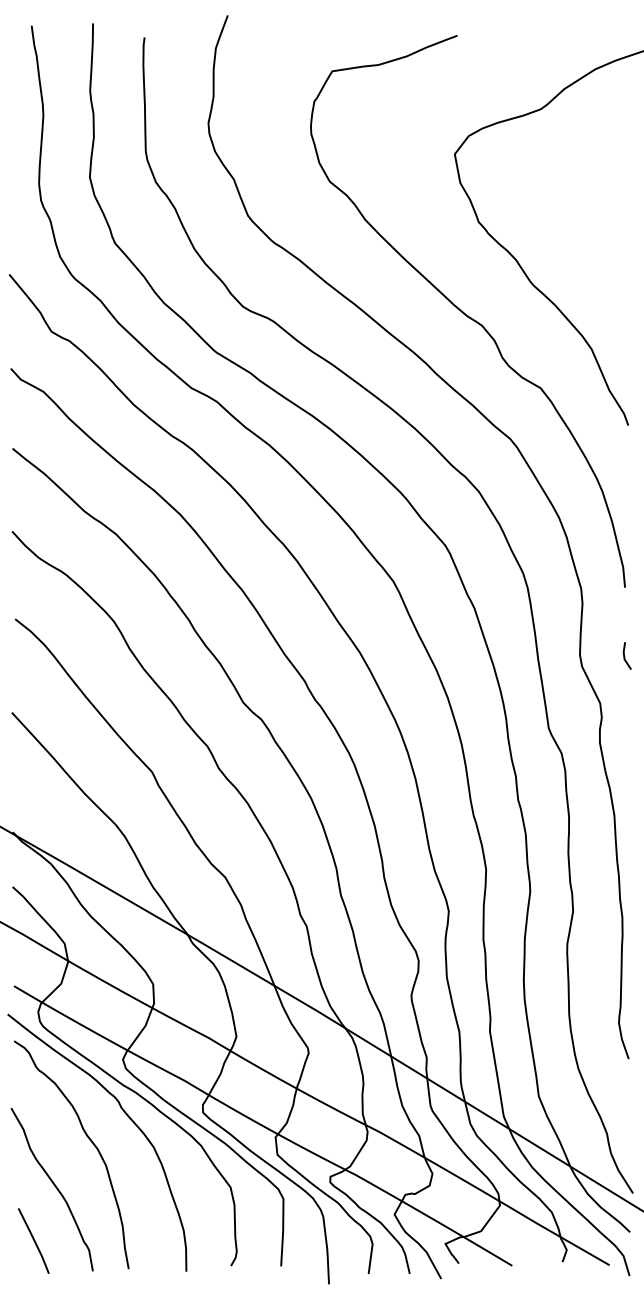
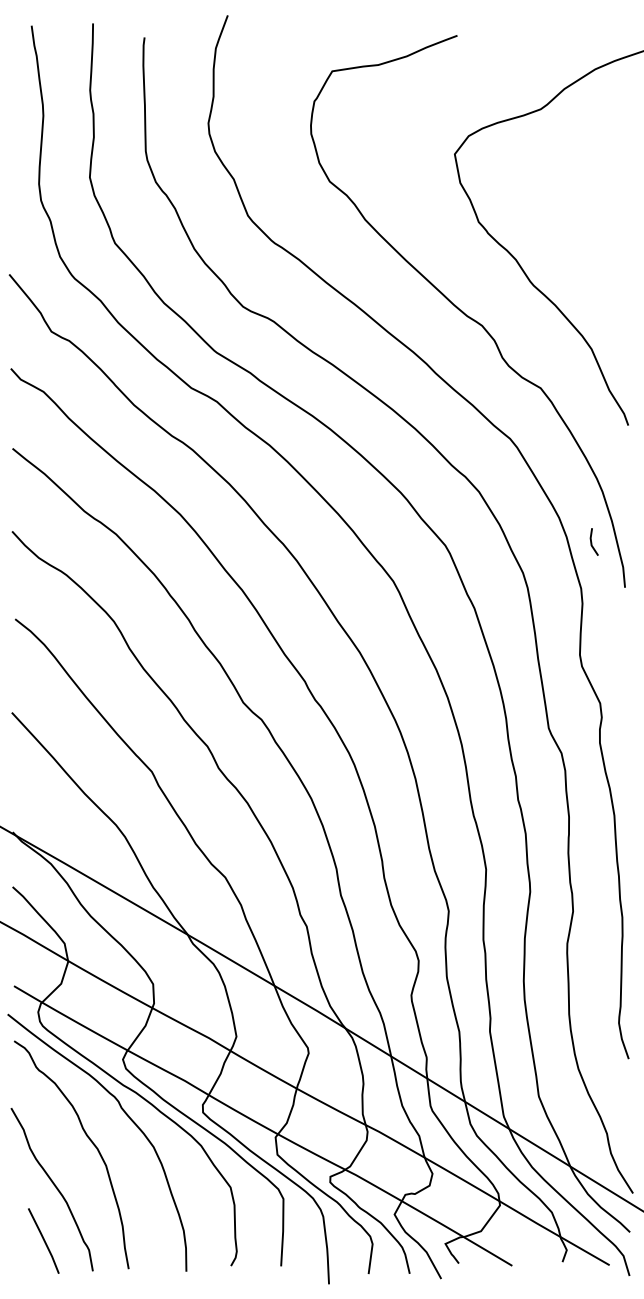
line at (625, 656) position: (625, 656) -> (592, 542)
line at (33, 1240) position: (33, 1240) -> (43, 1240)
